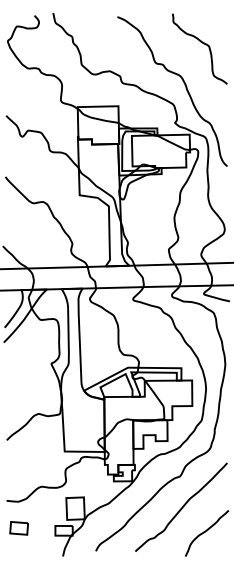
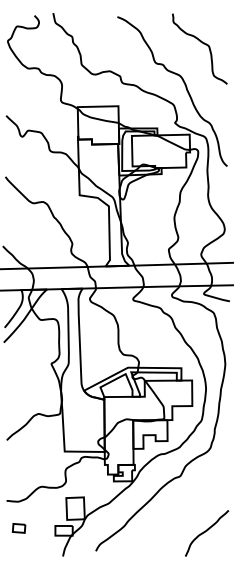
curve at (182, 506): present -> none
part at (18, 528) size: 20x15 px -> 16x11 px
